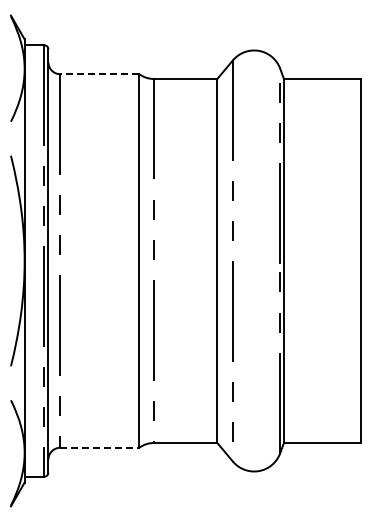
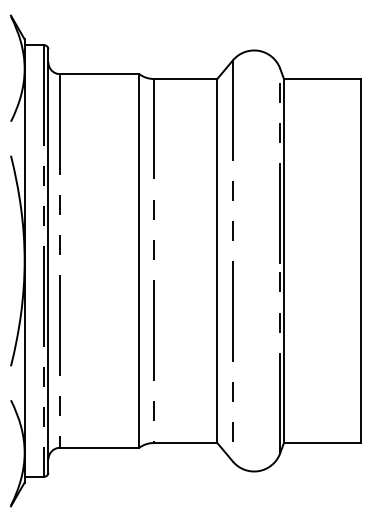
line at (99, 74): dashed -> solid
line at (99, 447): dashed -> solid
